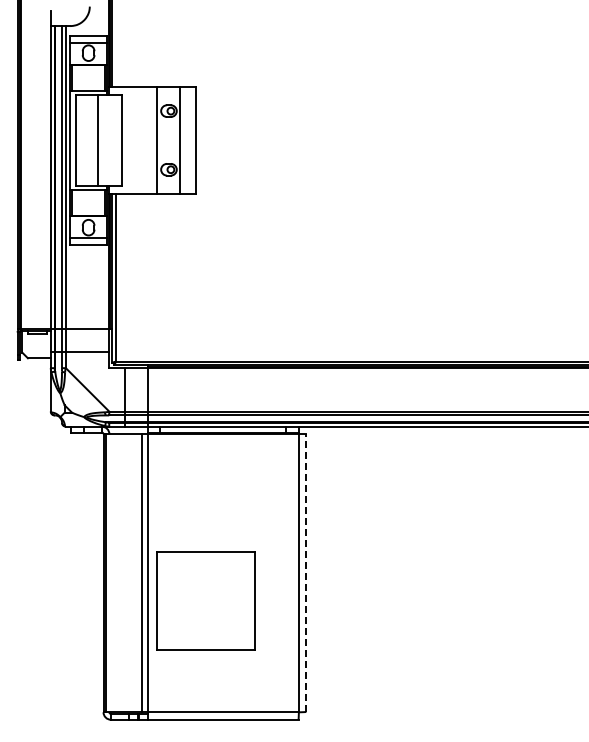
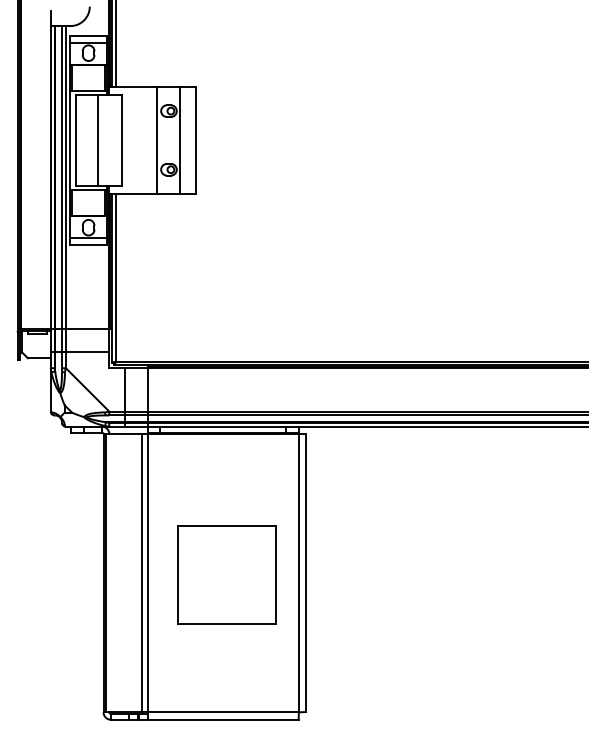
line at (115, 44): none -> present
line at (306, 573): dashed -> solid
part at (205, 600) position: (205, 600) -> (226, 574)
